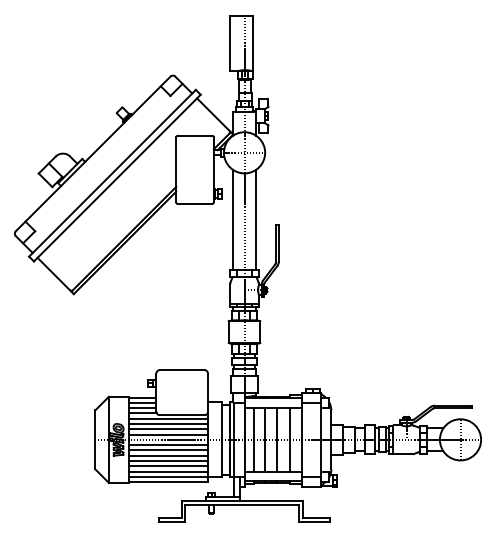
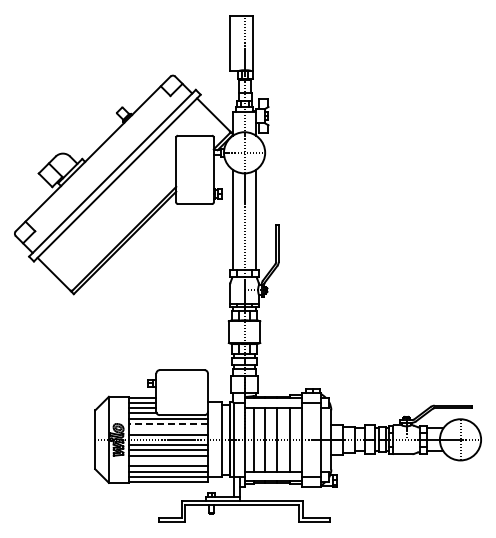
line at (168, 423): solid -> dashed
line at (168, 429): present -> none
line at (168, 461): present -> none
